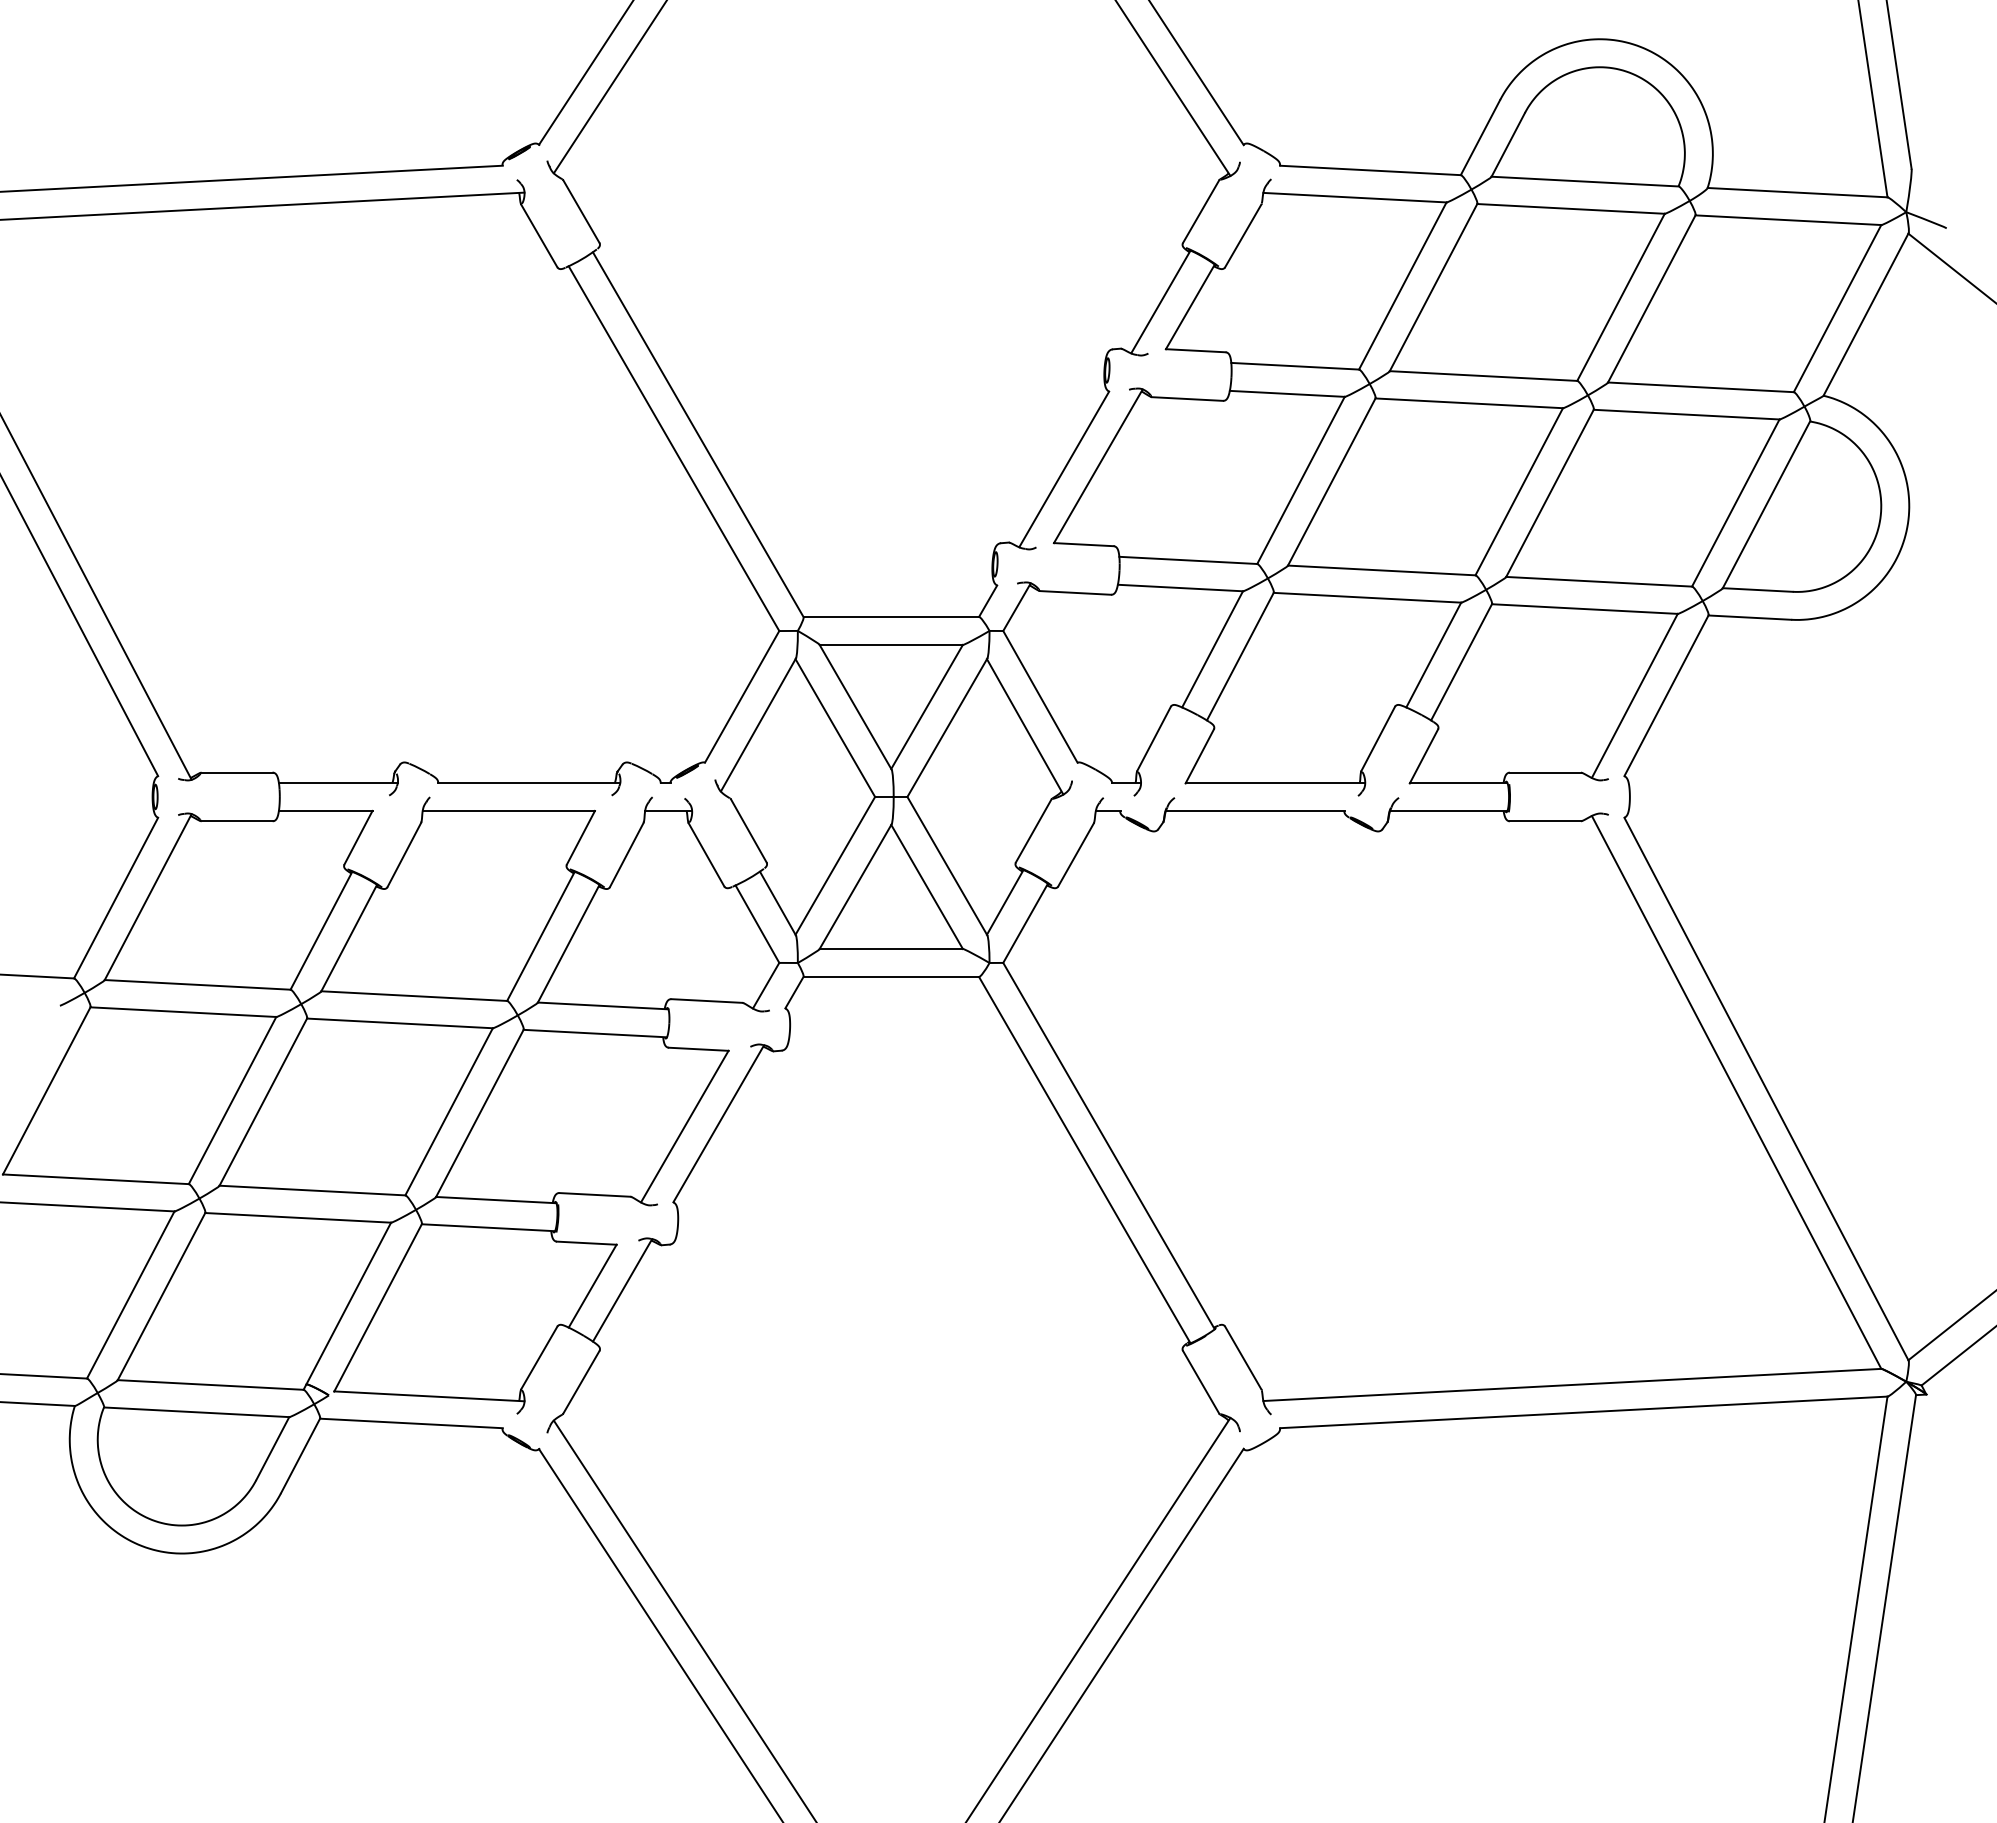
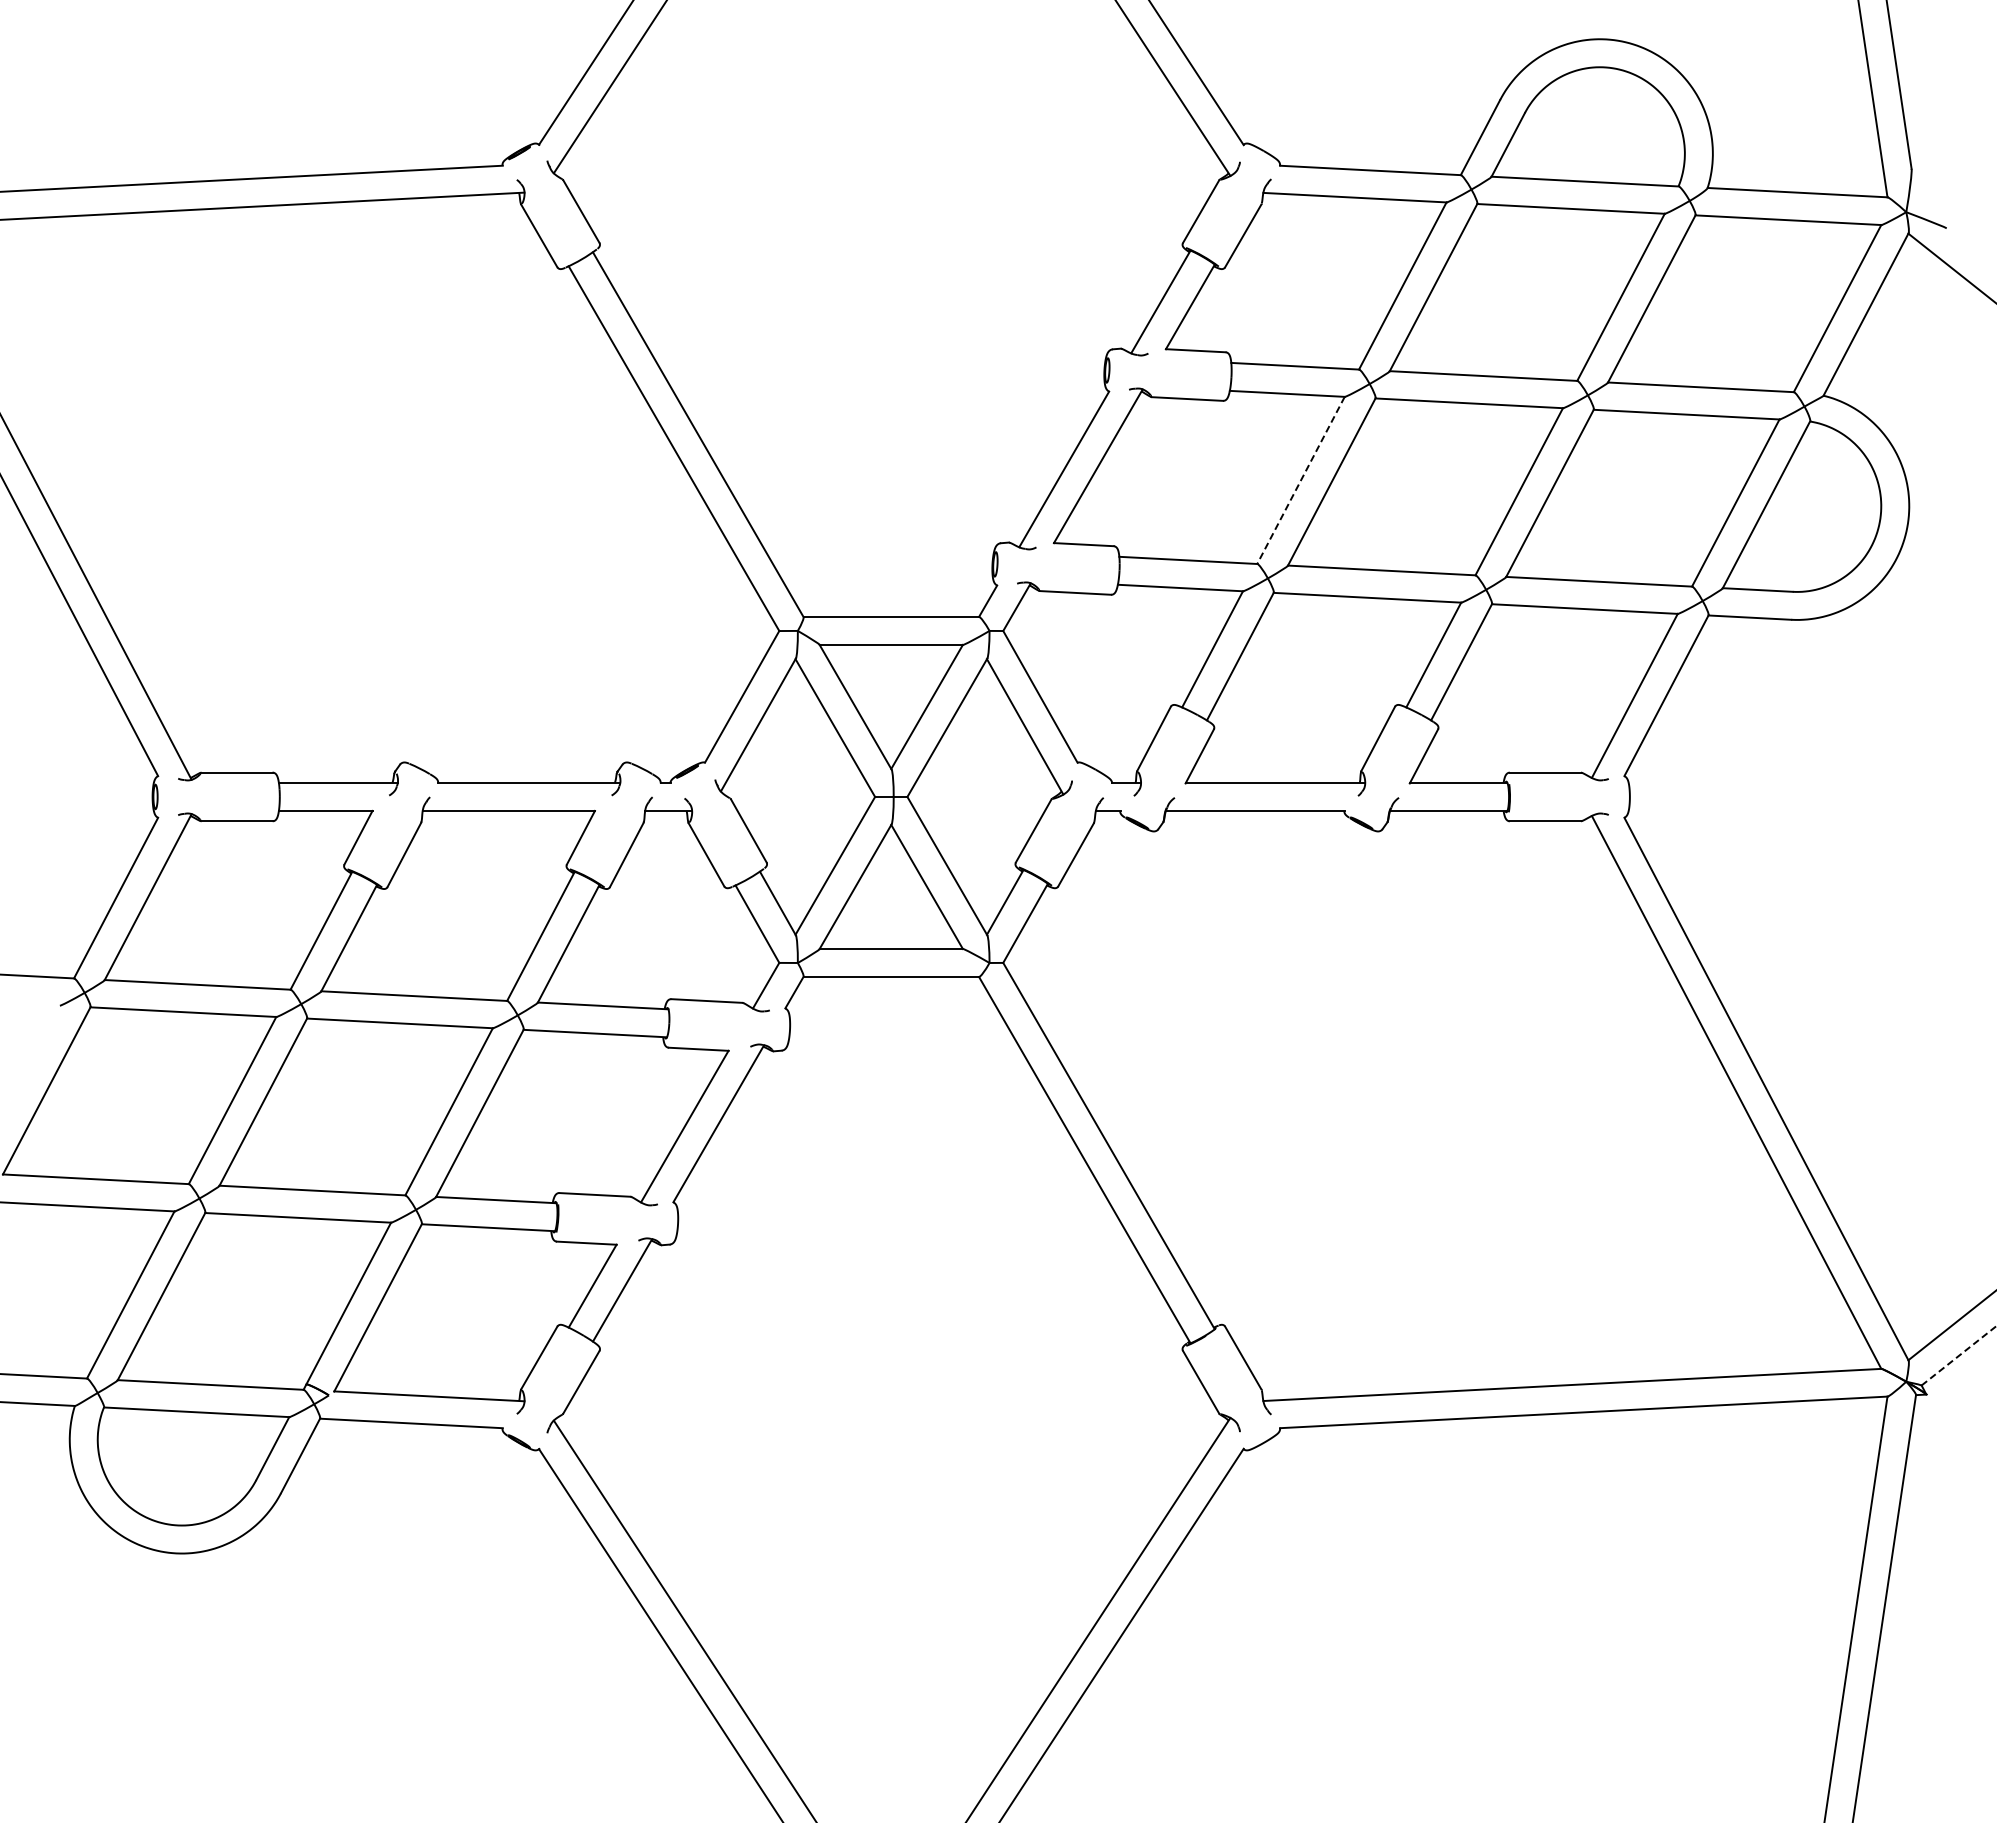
line at (1300, 480): solid -> dashed
line at (1959, 1355): solid -> dashed
